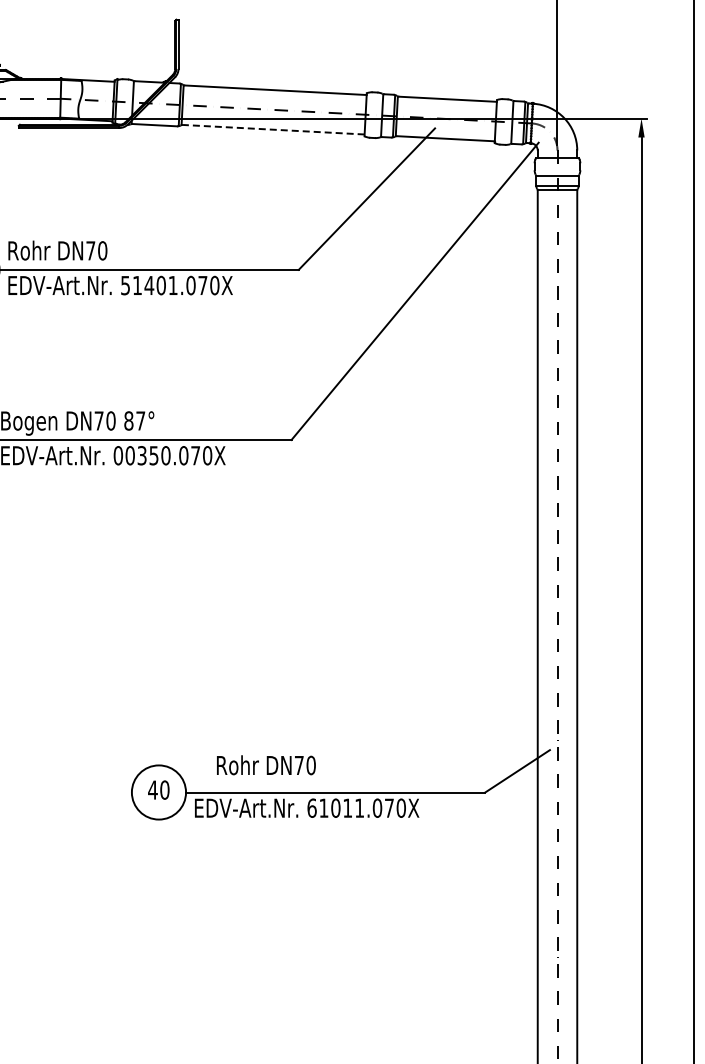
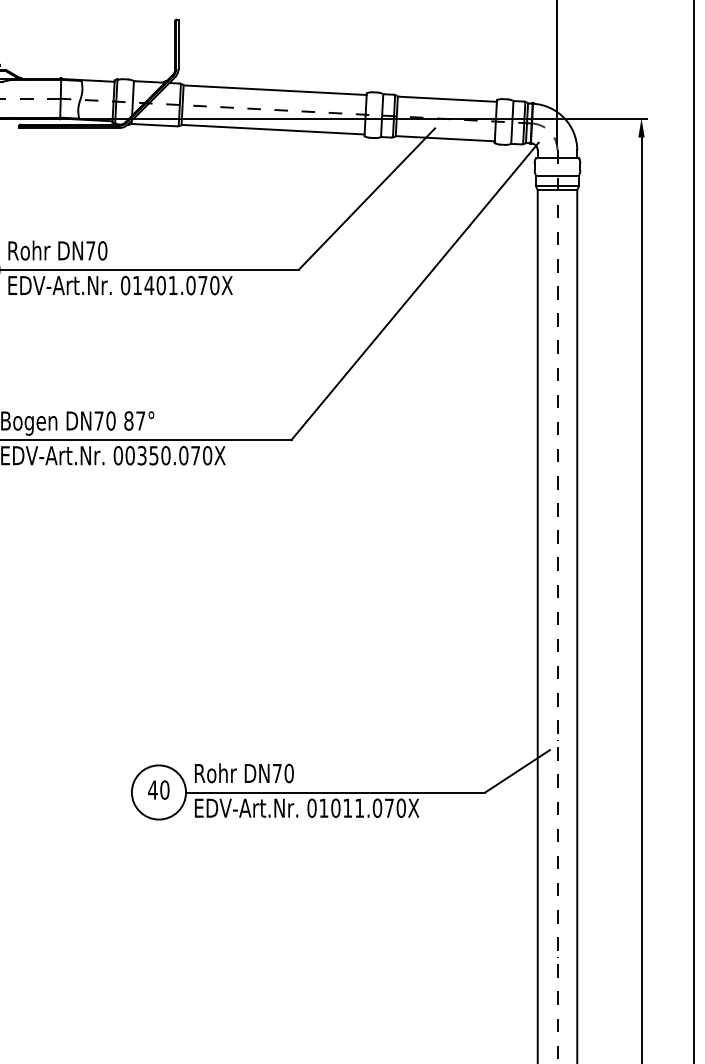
line at (273, 129): dashed -> solid
text at (125, 285): 51401.070X -> 01401.070X
text at (266, 765) position: (266, 765) -> (244, 773)
text at (311, 807): 61011.070X -> 01011.070X
